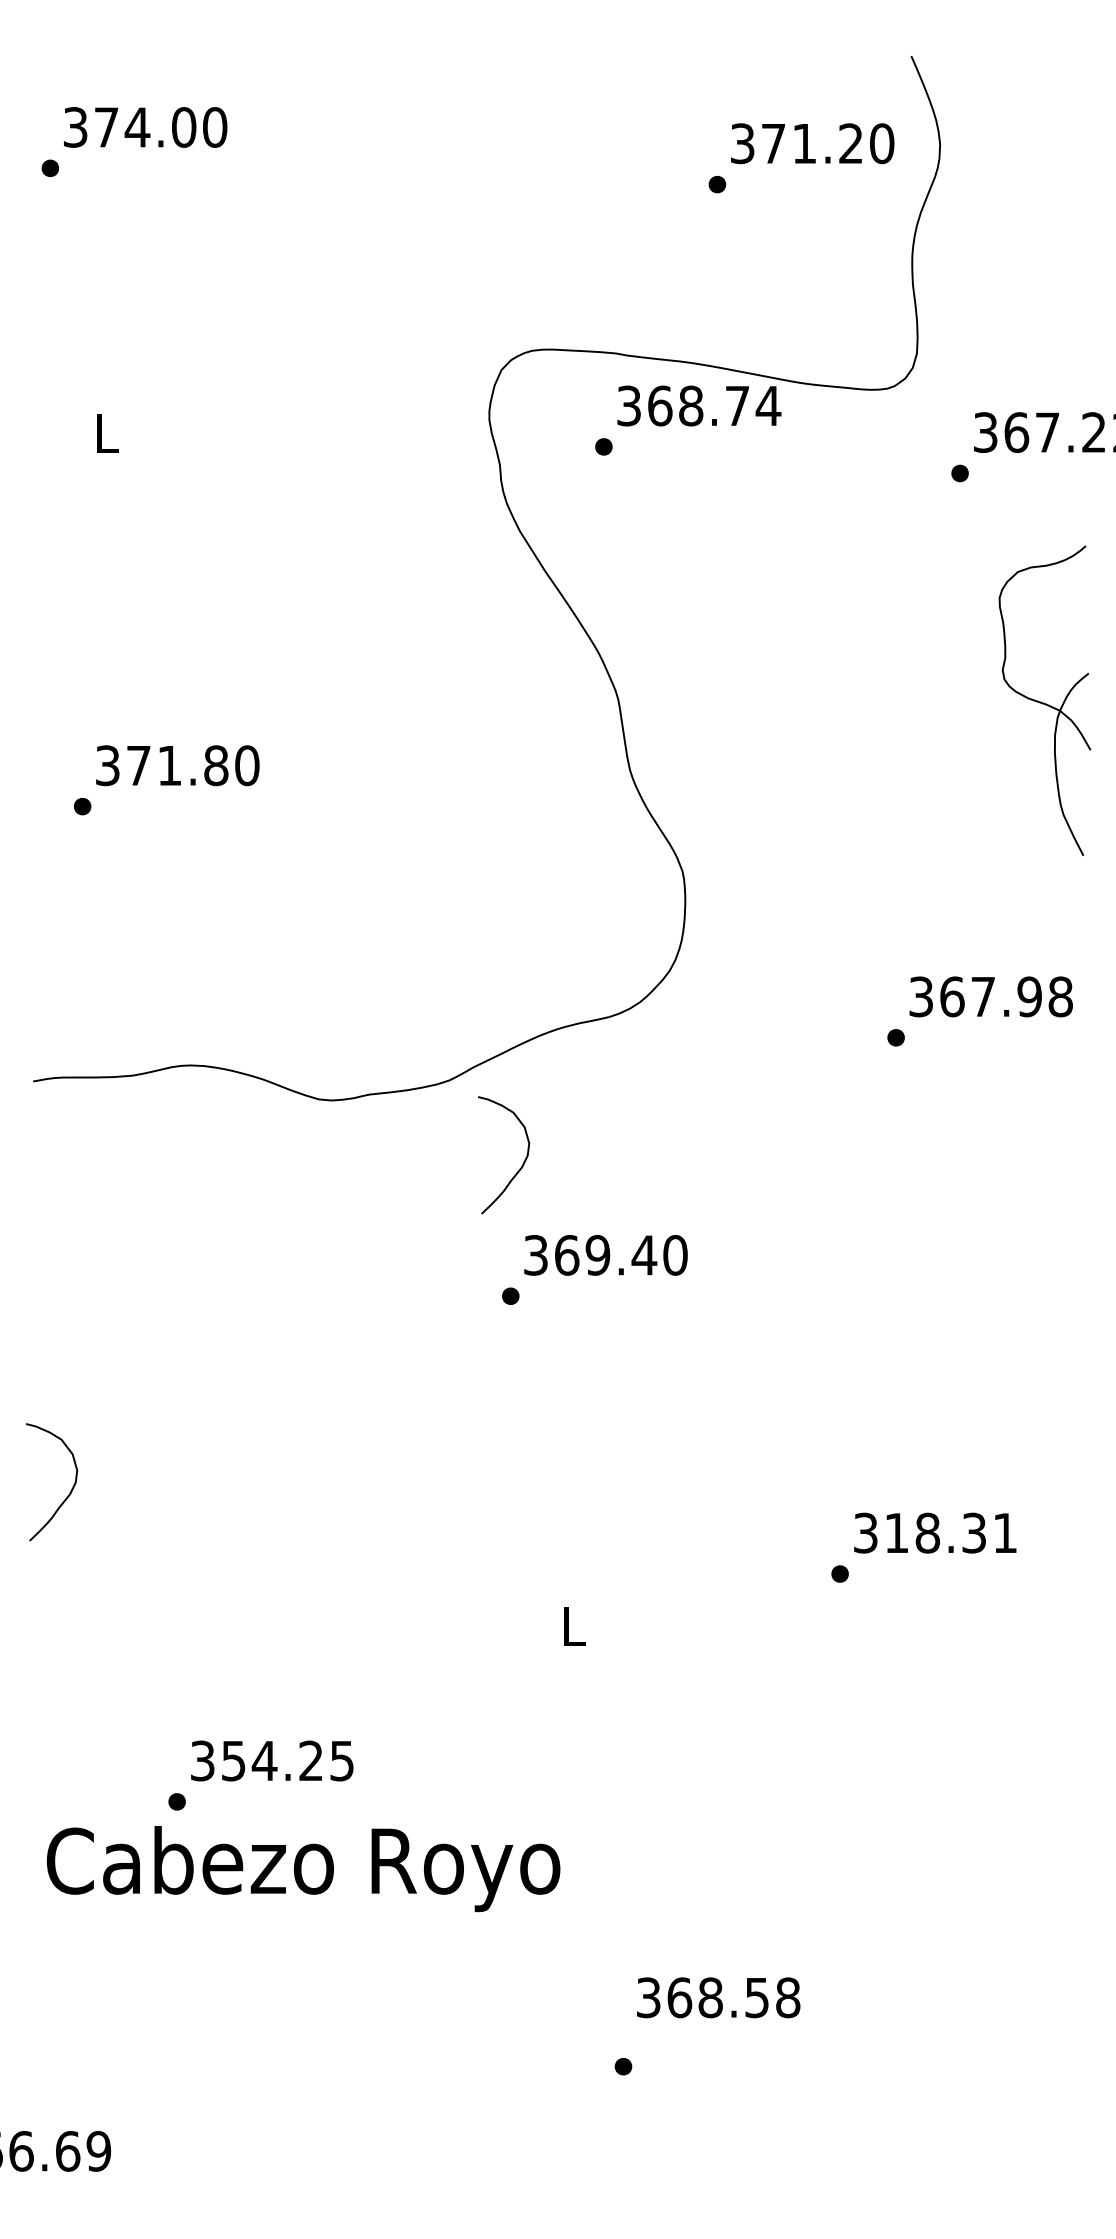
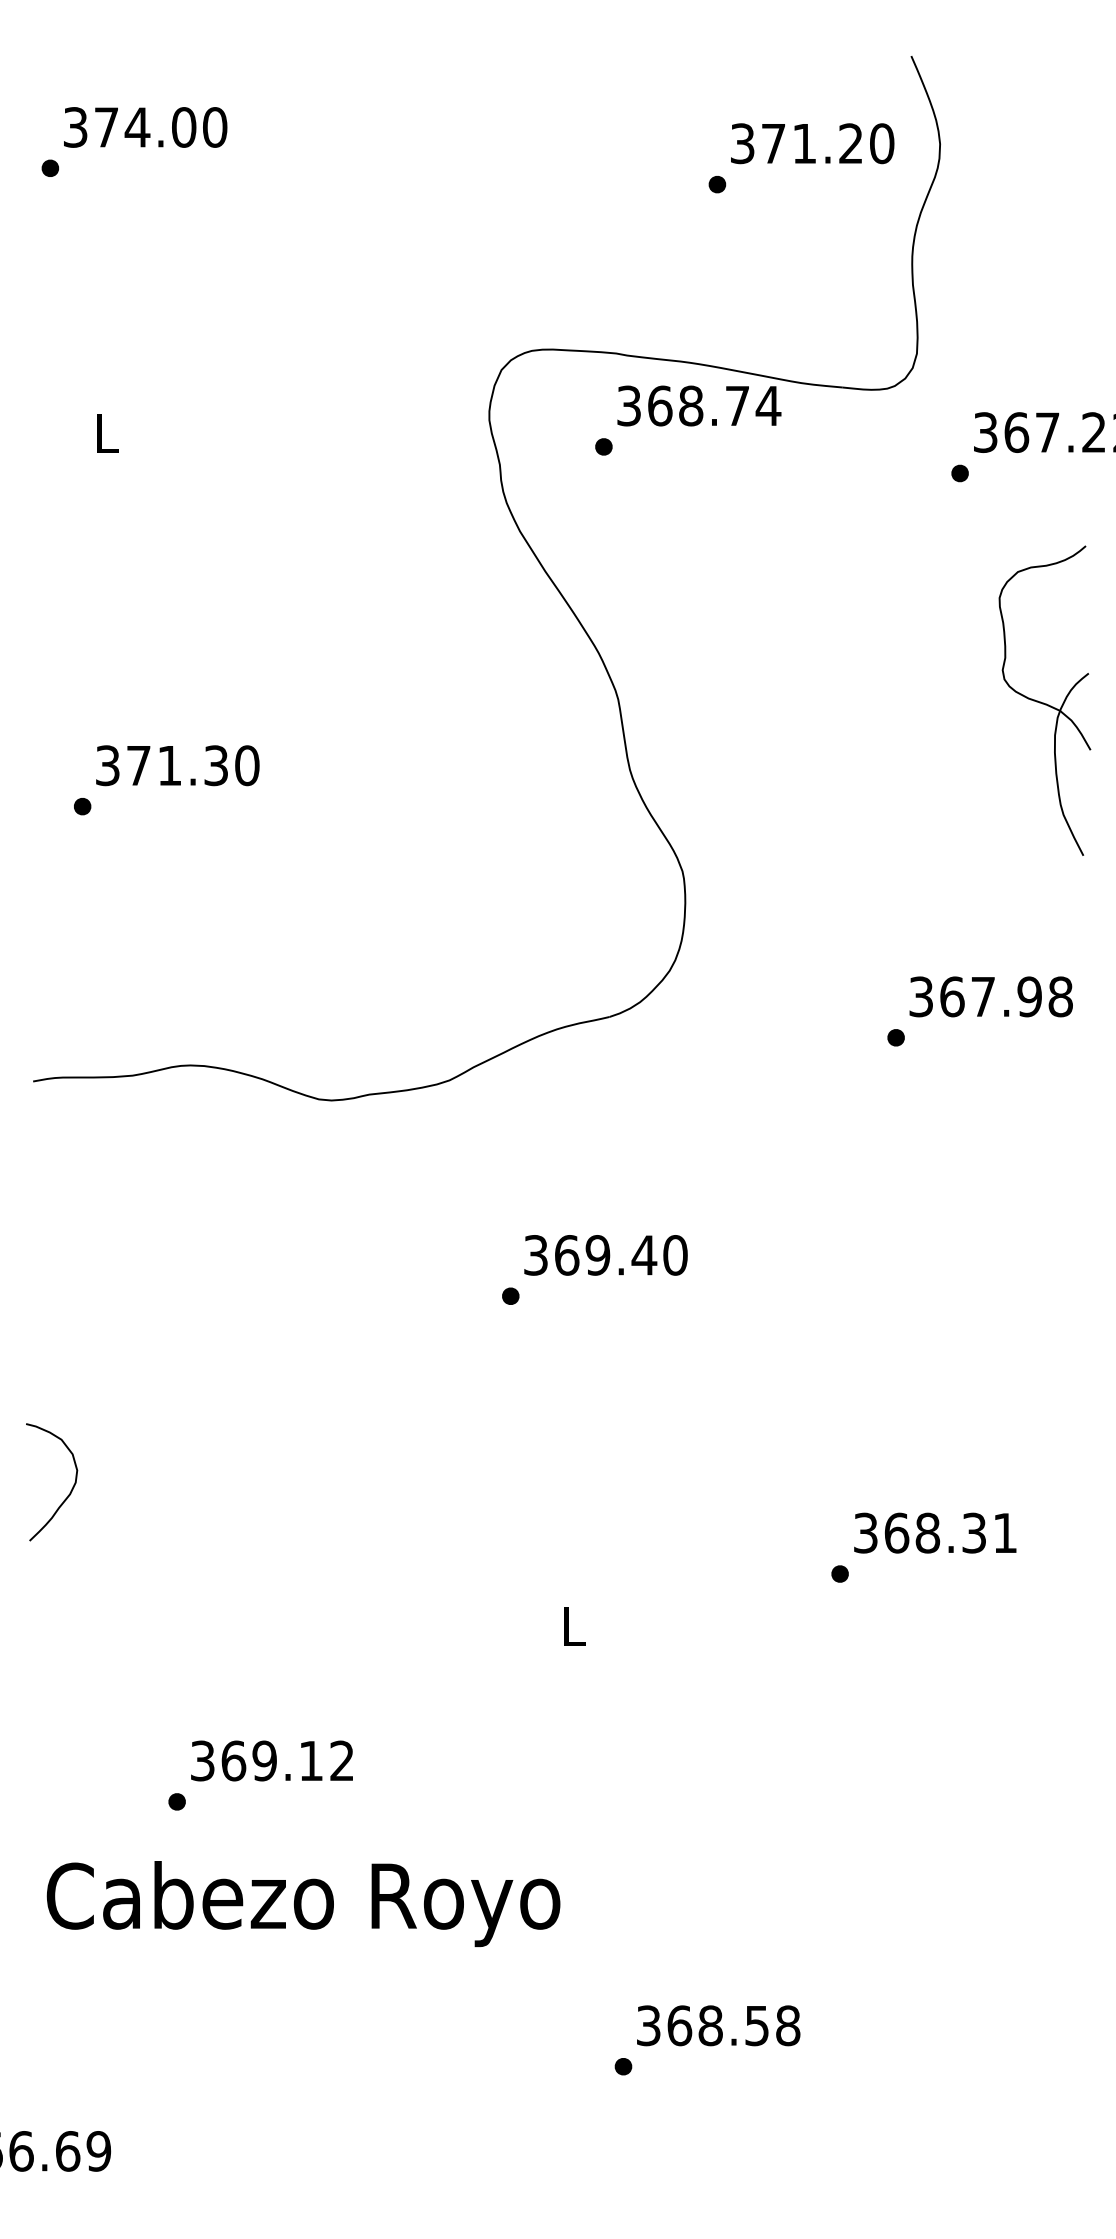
text at (216, 765): 371.80 -> 371.30
curve at (522, 1163): present -> none
text at (896, 1532): 318.31 -> 368.31
text at (287, 1760): 354.25 -> 369.12
text at (303, 1869) position: (303, 1869) -> (303, 1904)
text at (718, 1997) position: (718, 1997) -> (718, 2025)
